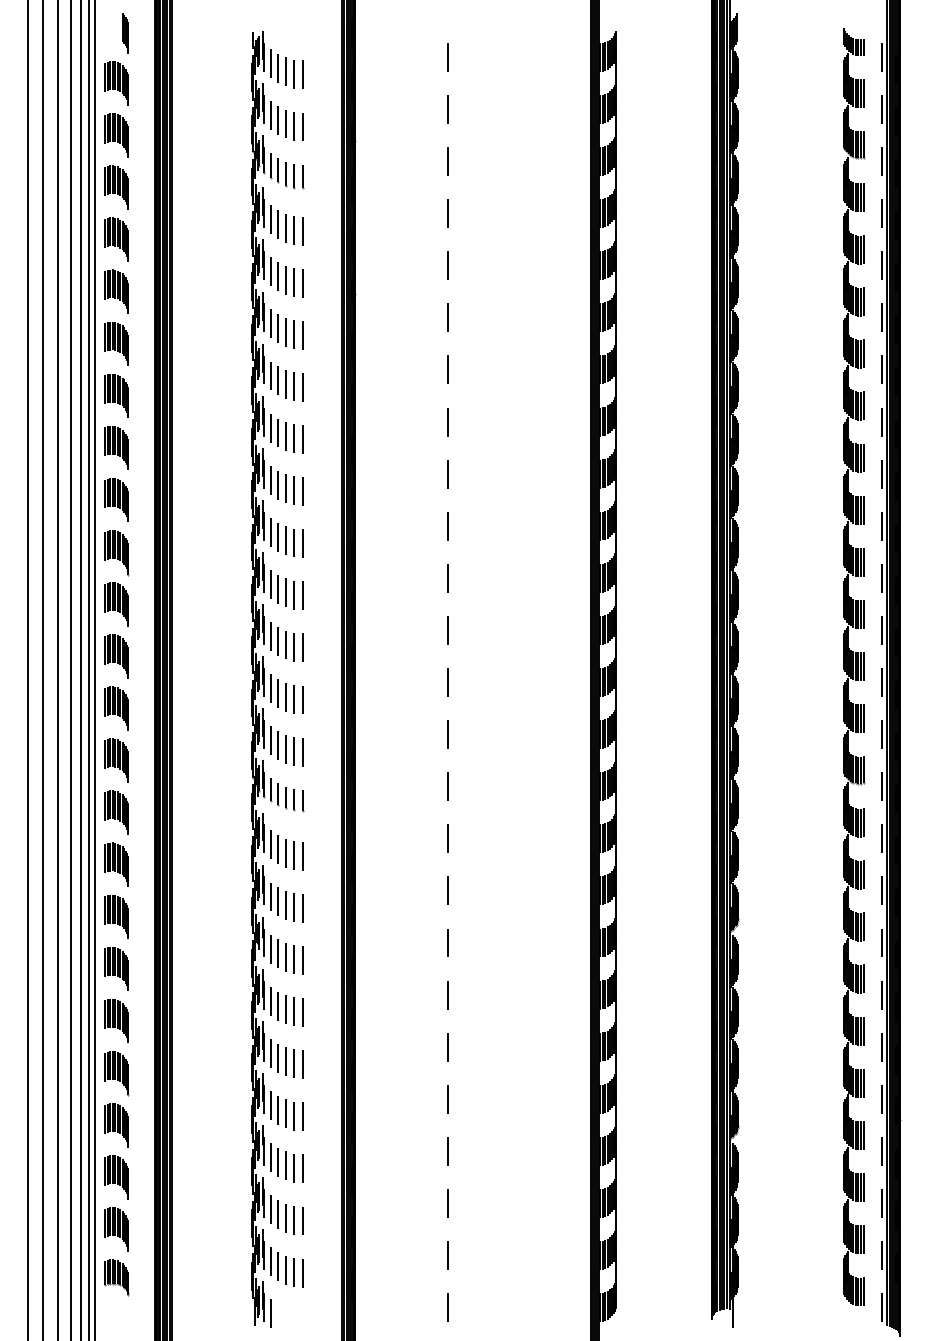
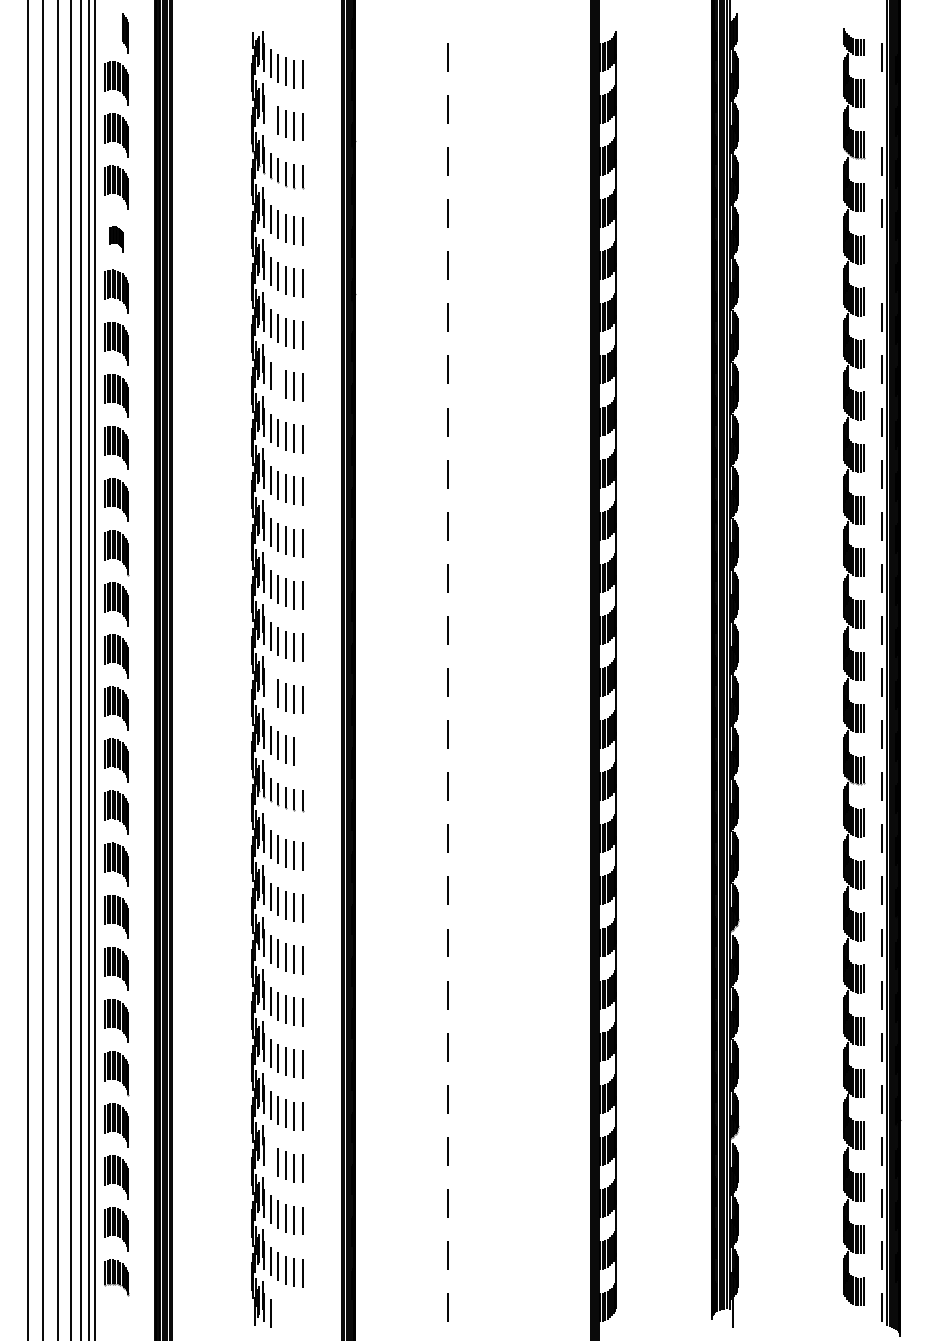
line at (881, 109): present -> none
line at (270, 115): present -> none
part at (116, 239) size: 25x45 px -> 15x27 px
line at (881, 265): present -> none
line at (277, 380): present -> none
line at (270, 688): present -> none
line at (302, 751): present -> none
line at (270, 1156): present -> none
